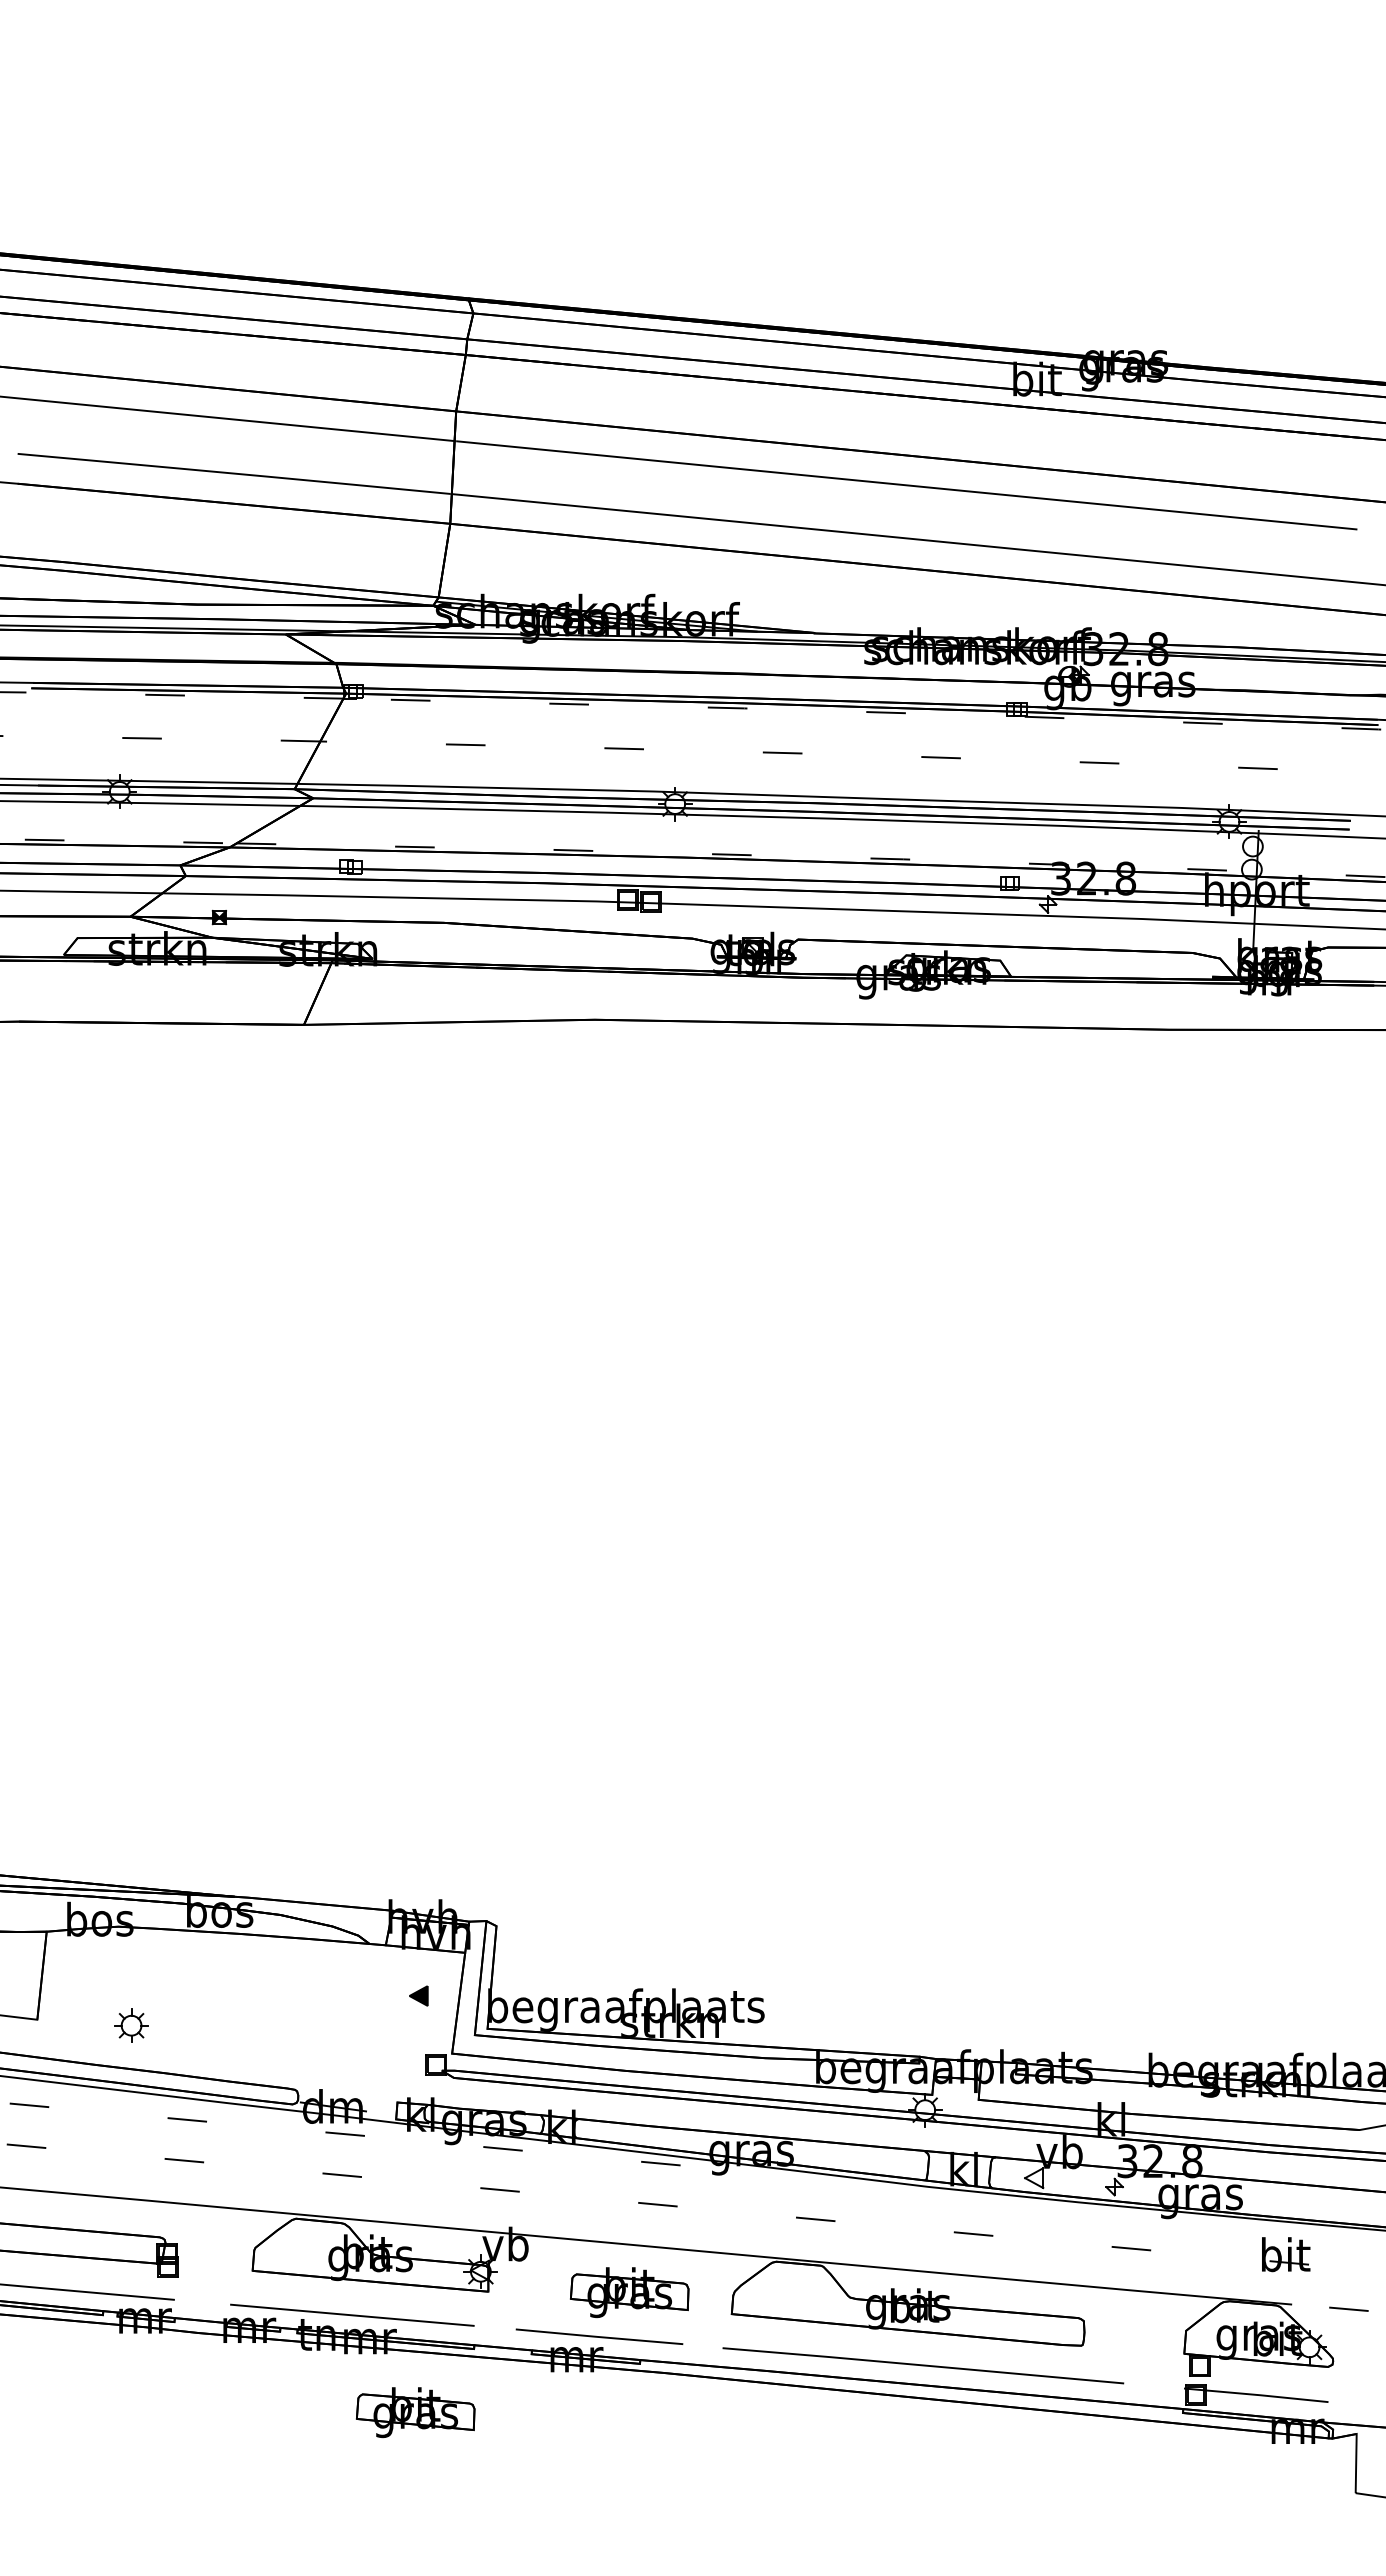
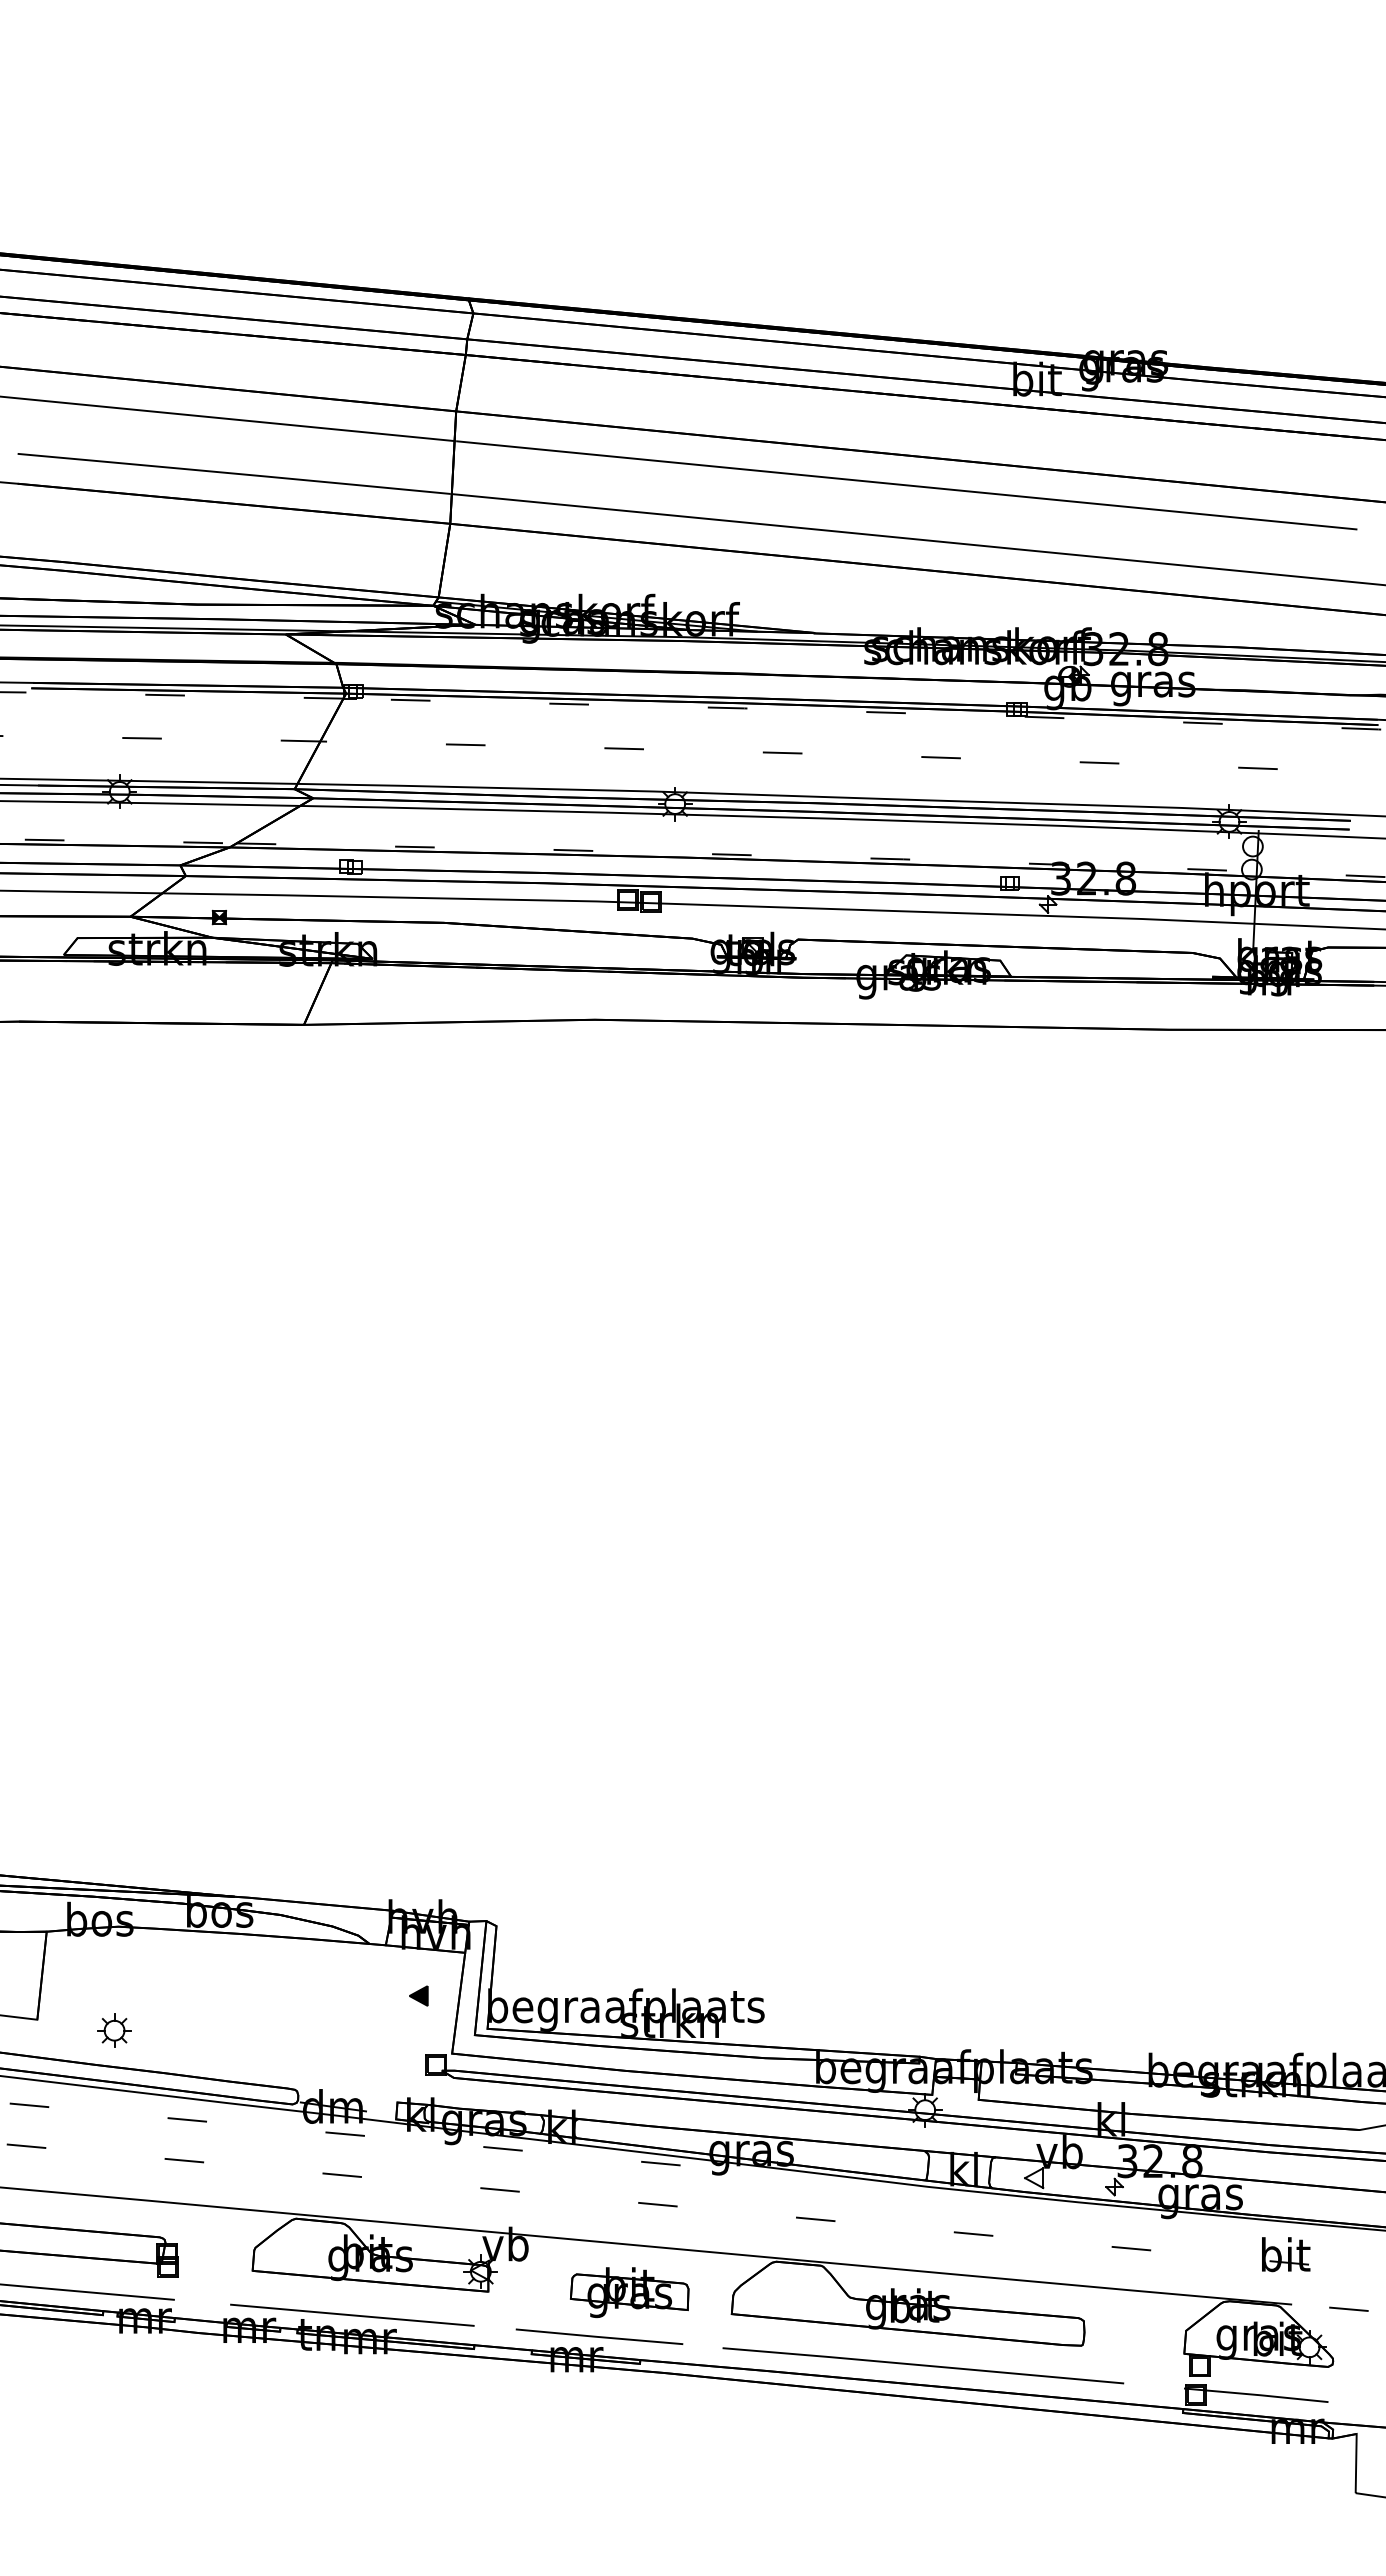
part at (131, 2025) position: (131, 2025) -> (114, 2030)
part at (415, 2412): present -> none
